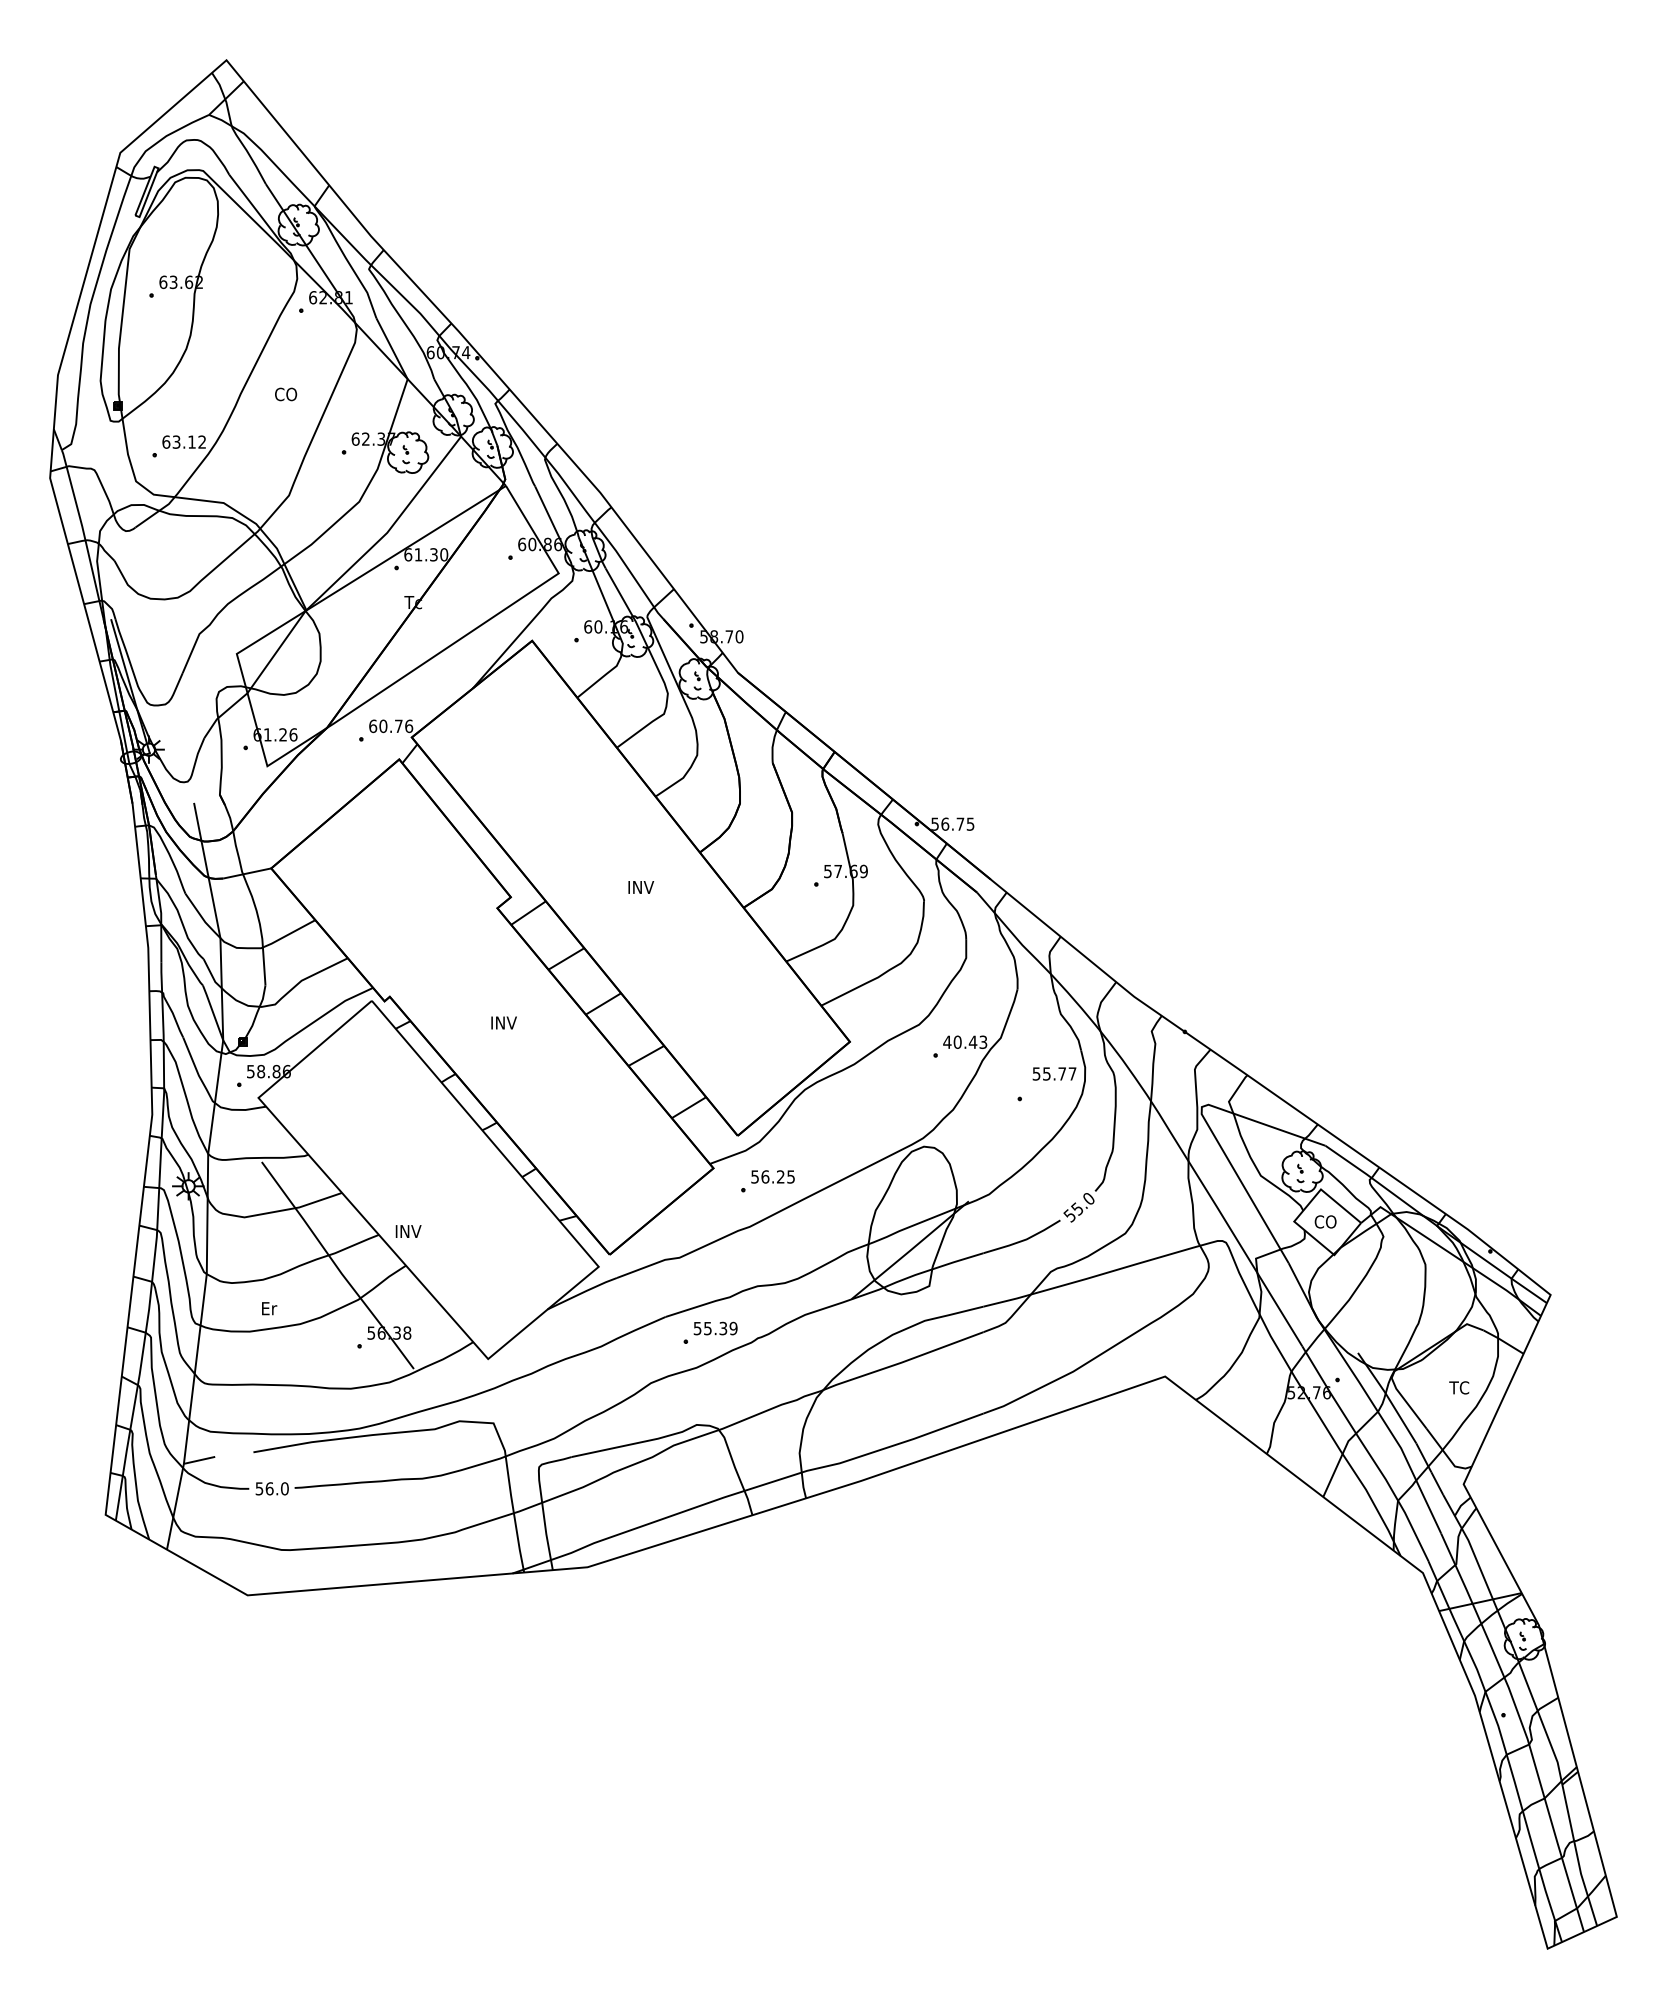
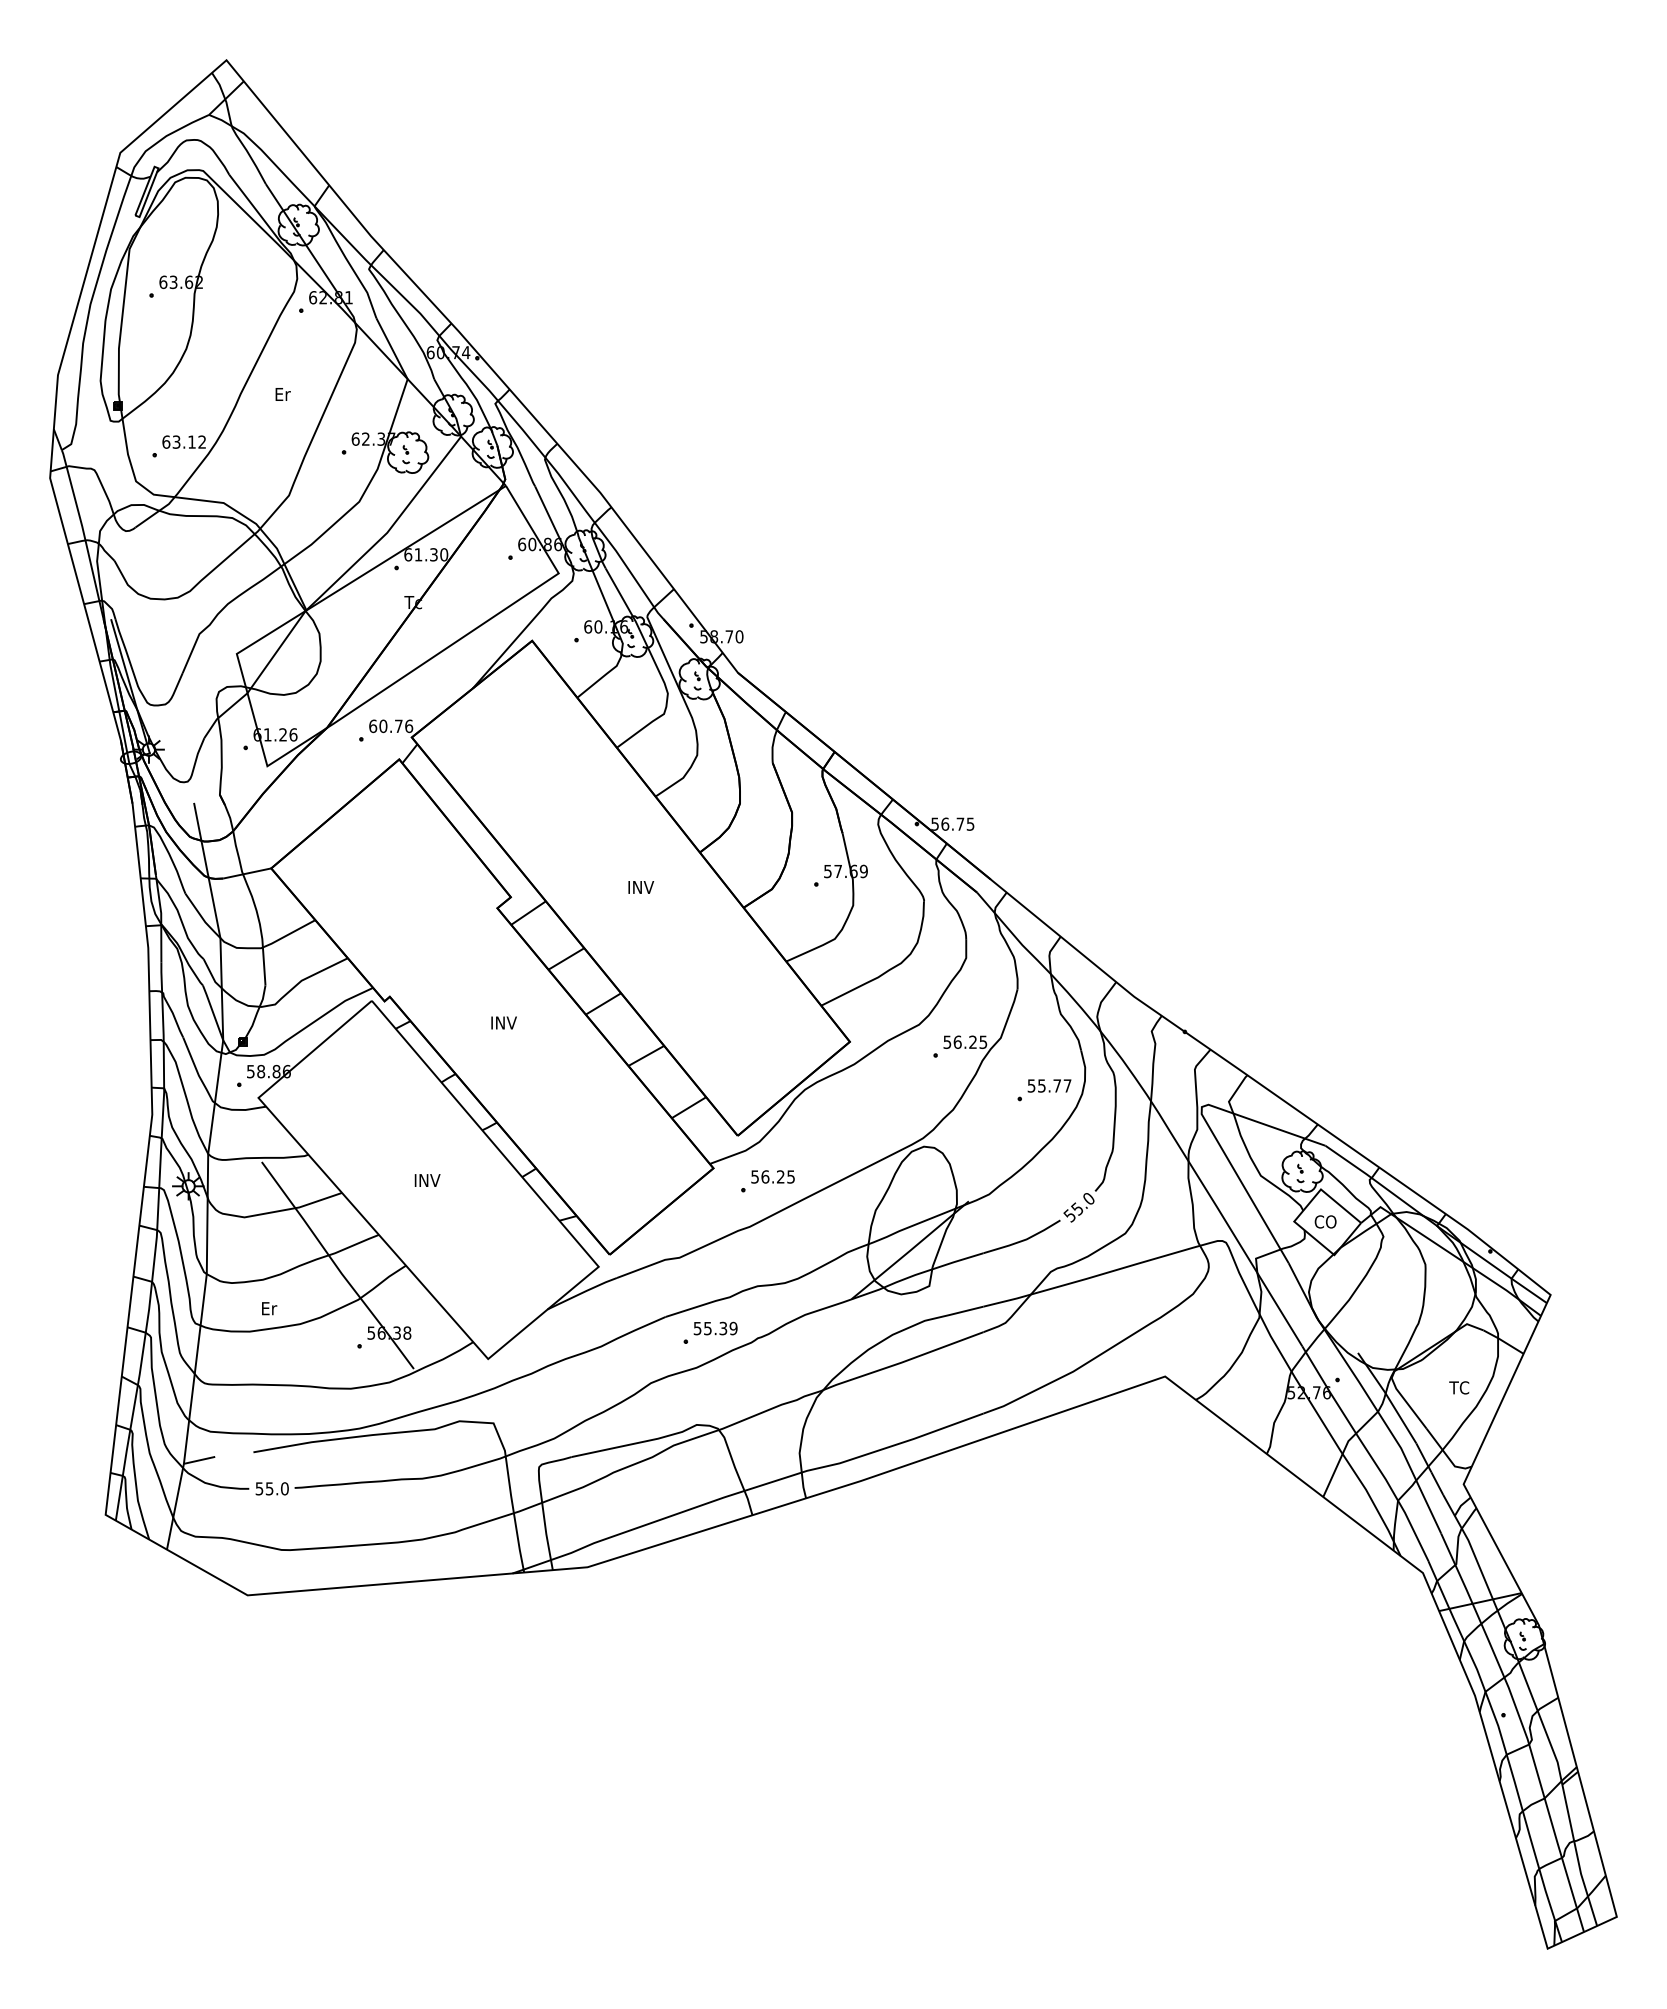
text at (286, 394): CO -> Er
text at (965, 1041): 40.43 -> 56.25
text at (1054, 1073) position: (1054, 1073) -> (1049, 1085)
text at (408, 1231) position: (408, 1231) -> (427, 1180)
text at (269, 1488): 56.0 -> 55.0
